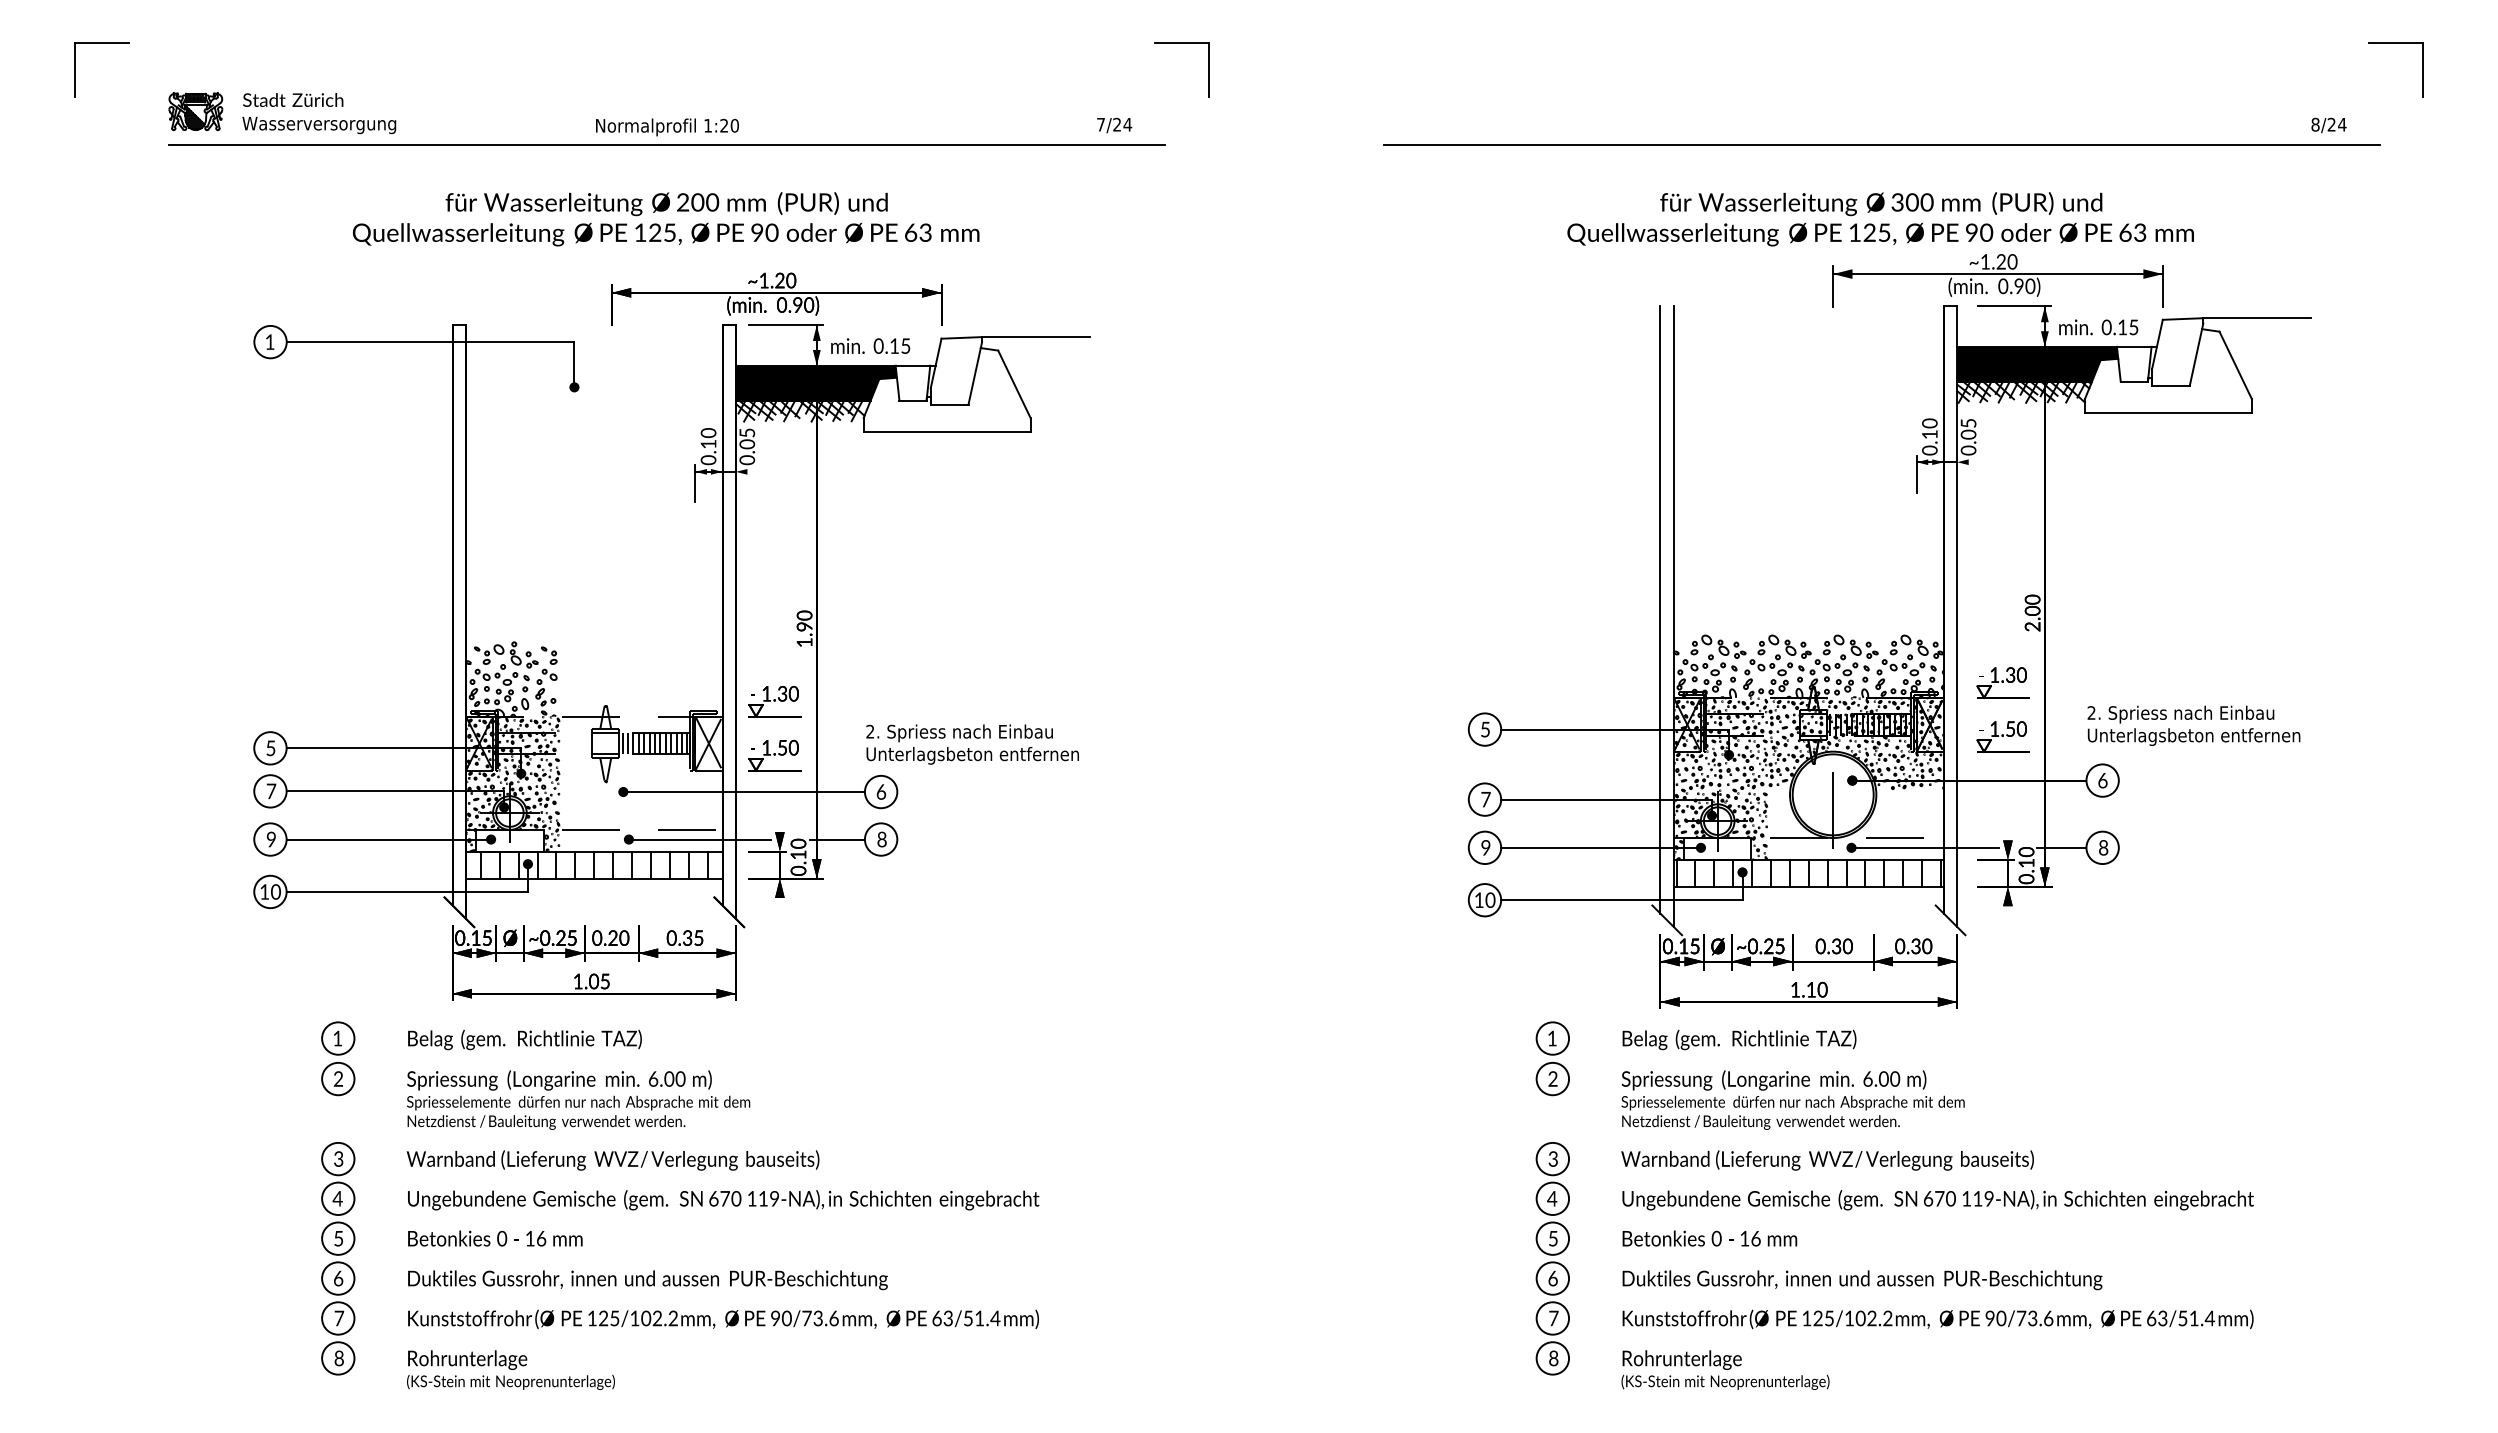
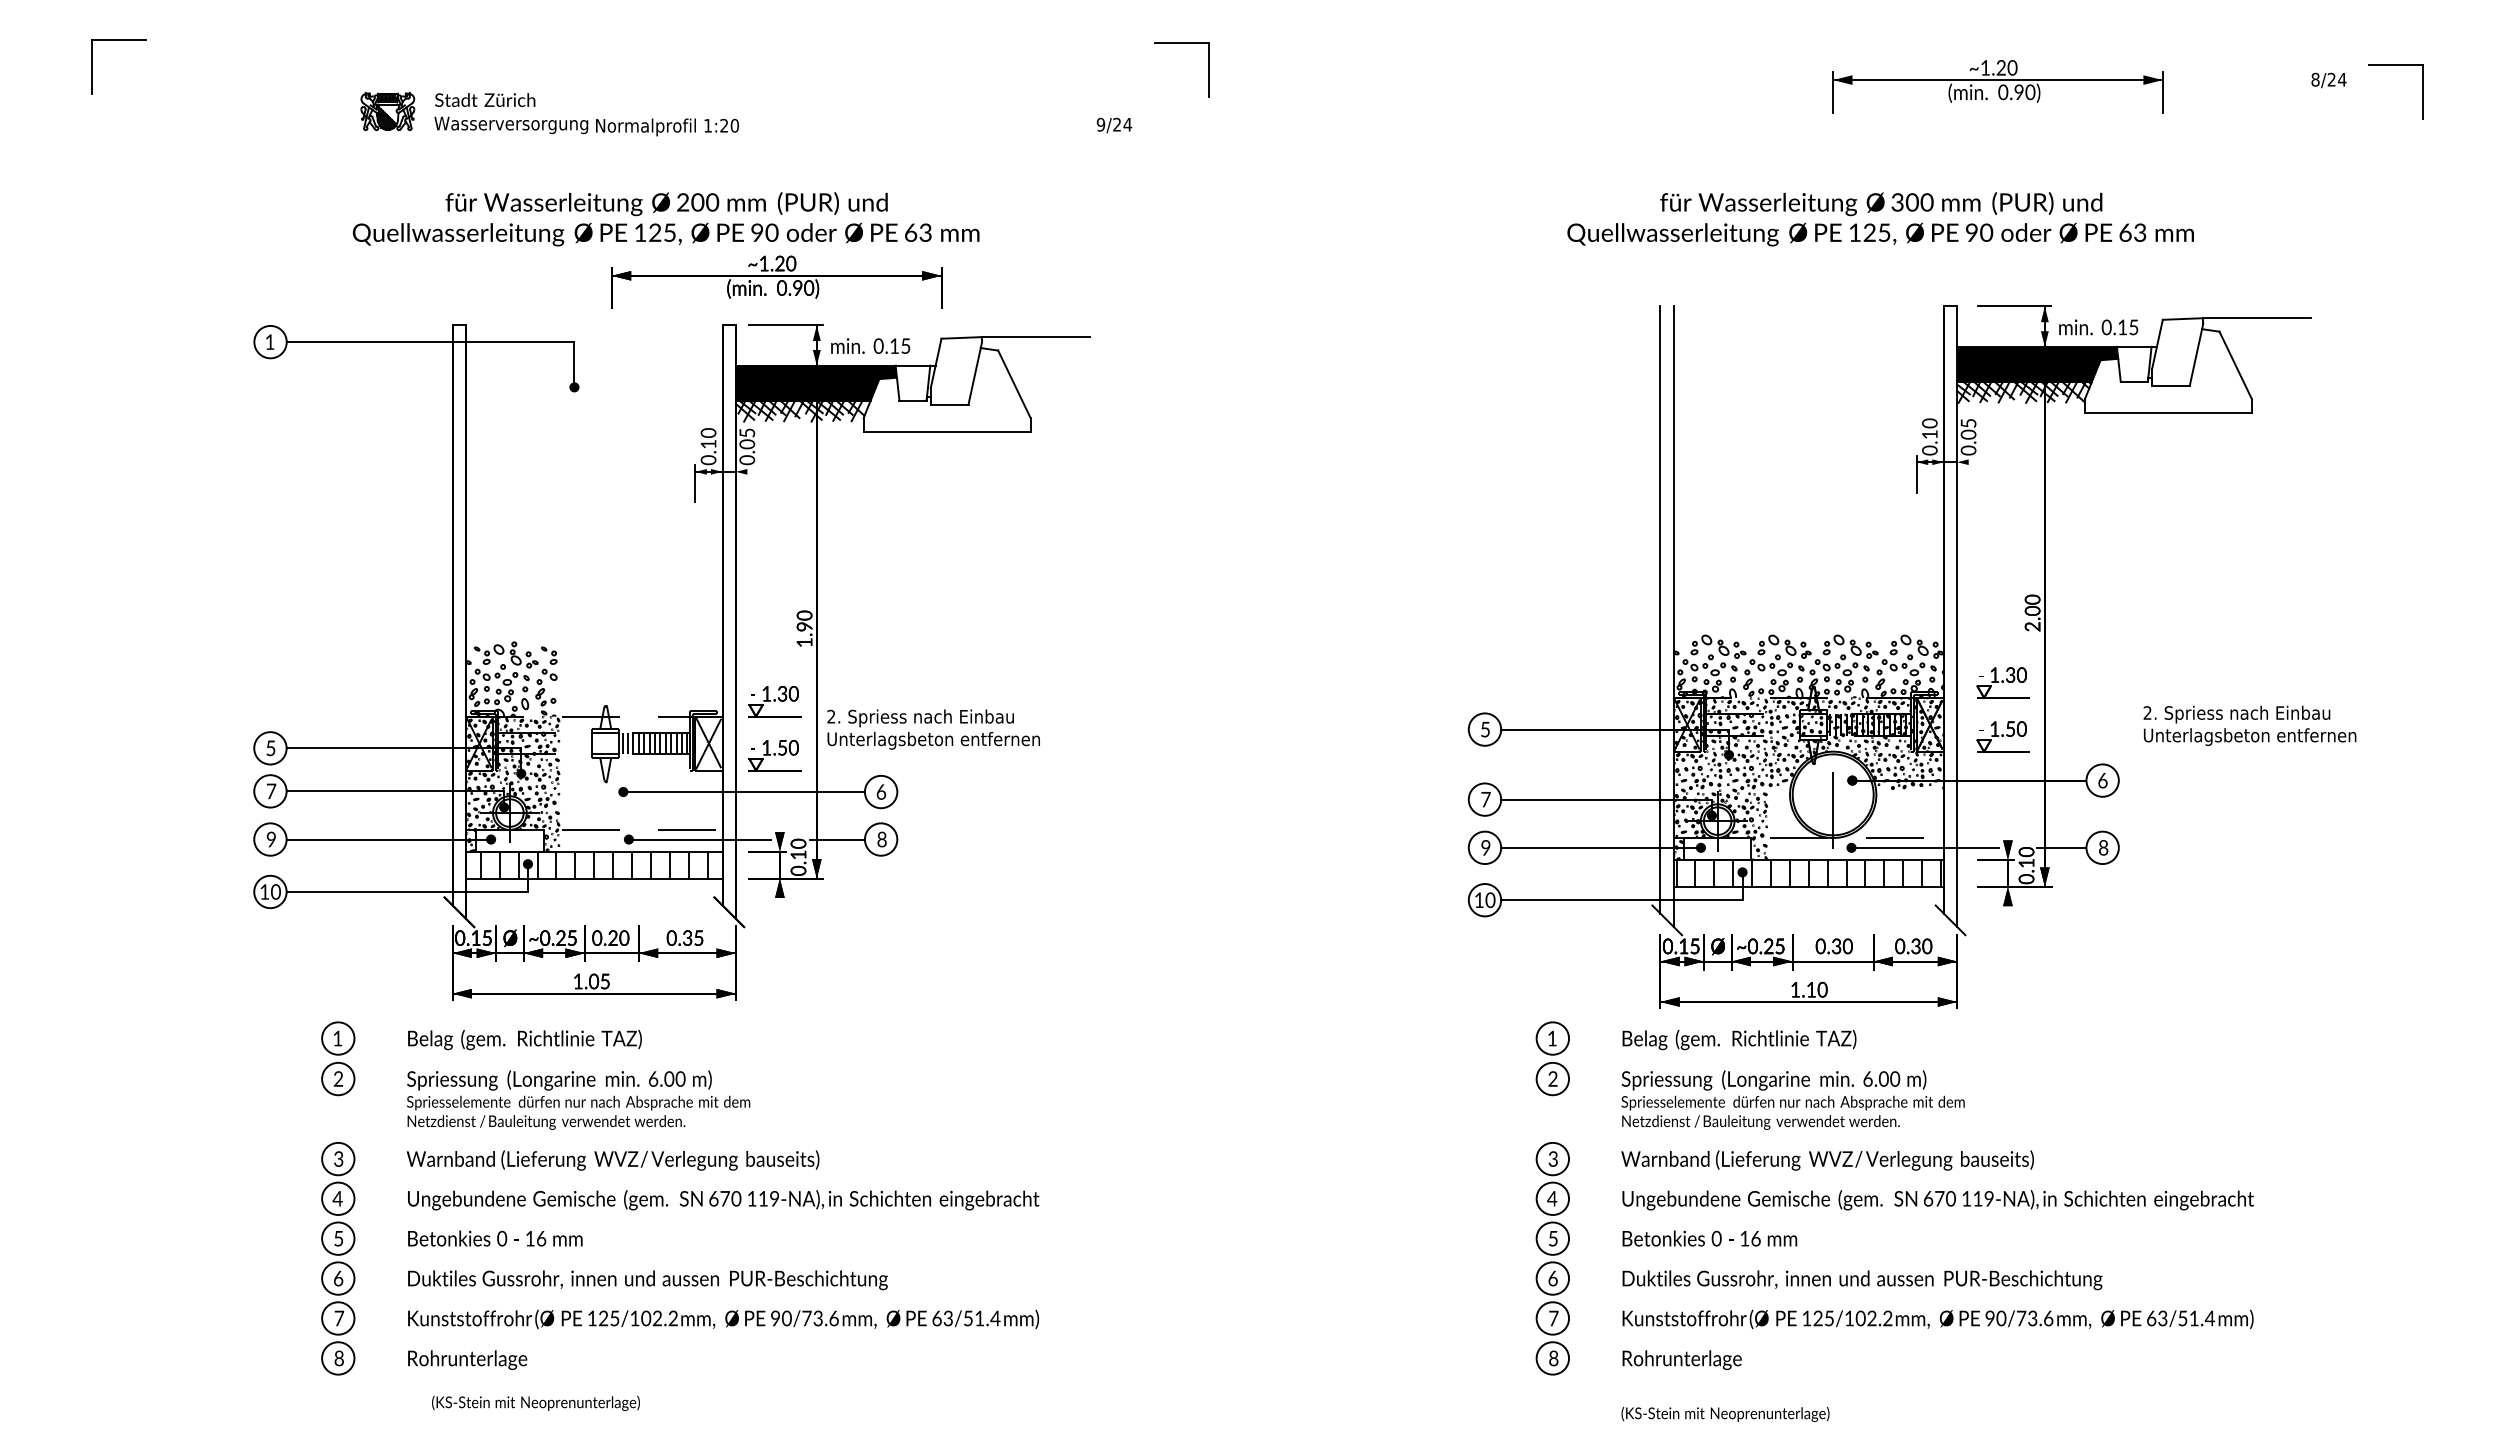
part at (101, 43) position: (101, 43) -> (118, 40)
part at (2395, 43) position: (2395, 43) -> (2395, 65)
part at (282, 106) position: (282, 106) -> (474, 106)
text at (1100, 124): 7/24 -> 9/24
text at (2328, 125) position: (2328, 125) -> (2328, 80)
line at (667, 145): present -> none
line at (1881, 145): present -> none
part at (1997, 280) position: (1997, 280) -> (1997, 86)
part at (776, 298) position: (776, 298) -> (776, 281)
text at (2193, 725) position: (2193, 725) -> (2249, 725)
text at (972, 744) position: (972, 744) -> (933, 729)
text at (1725, 1381) position: (1725, 1381) -> (1725, 1413)
text at (510, 1382) position: (510, 1382) -> (535, 1403)
